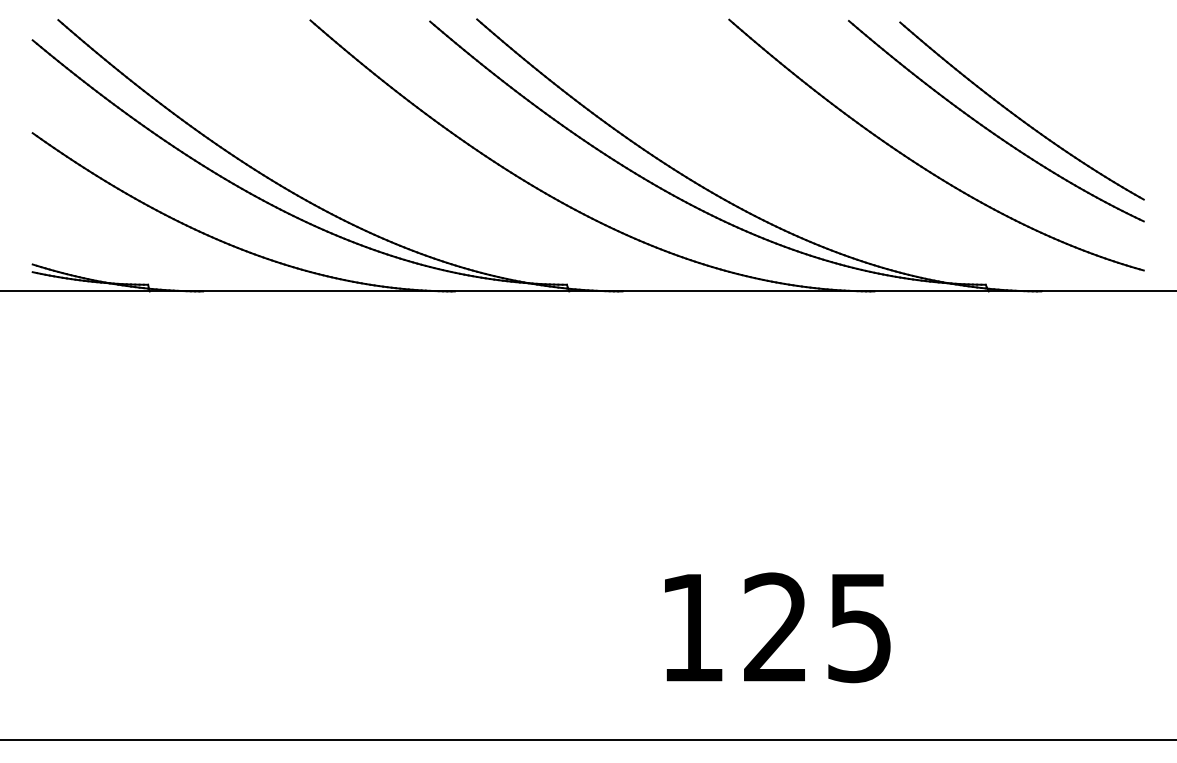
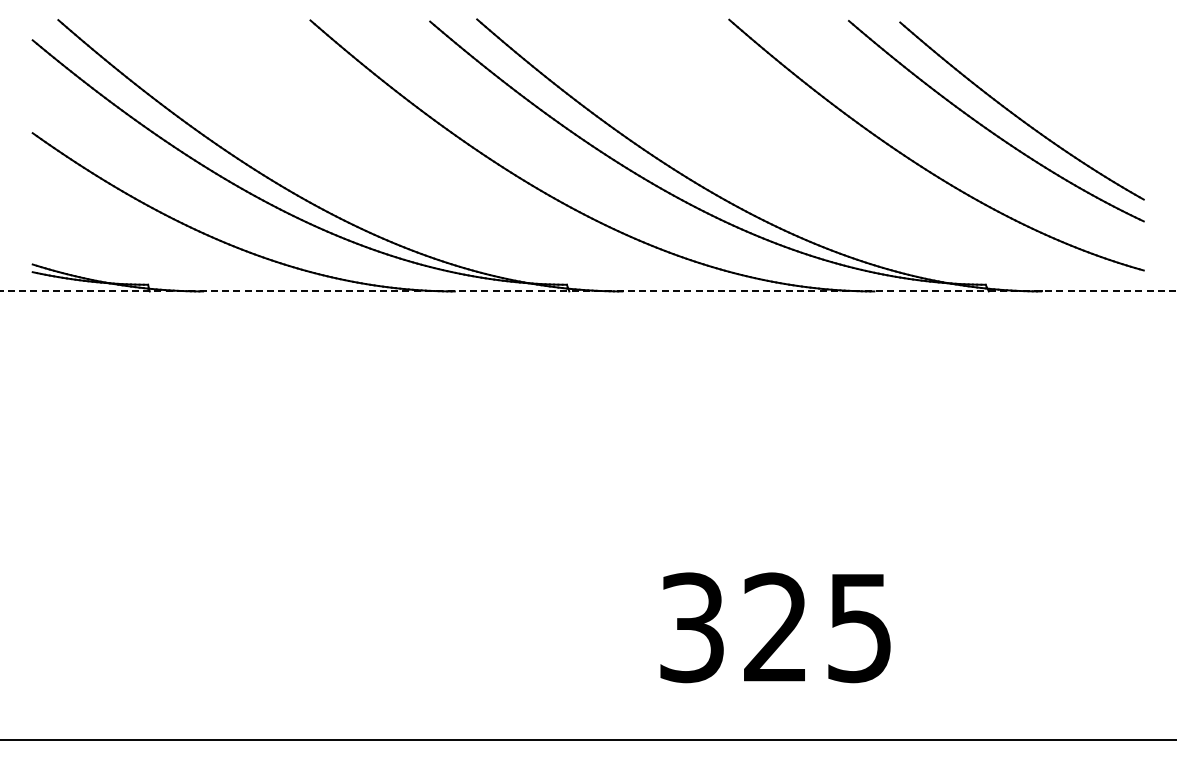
line at (588, 291): solid -> dashed
text at (691, 627): 125 -> 325
